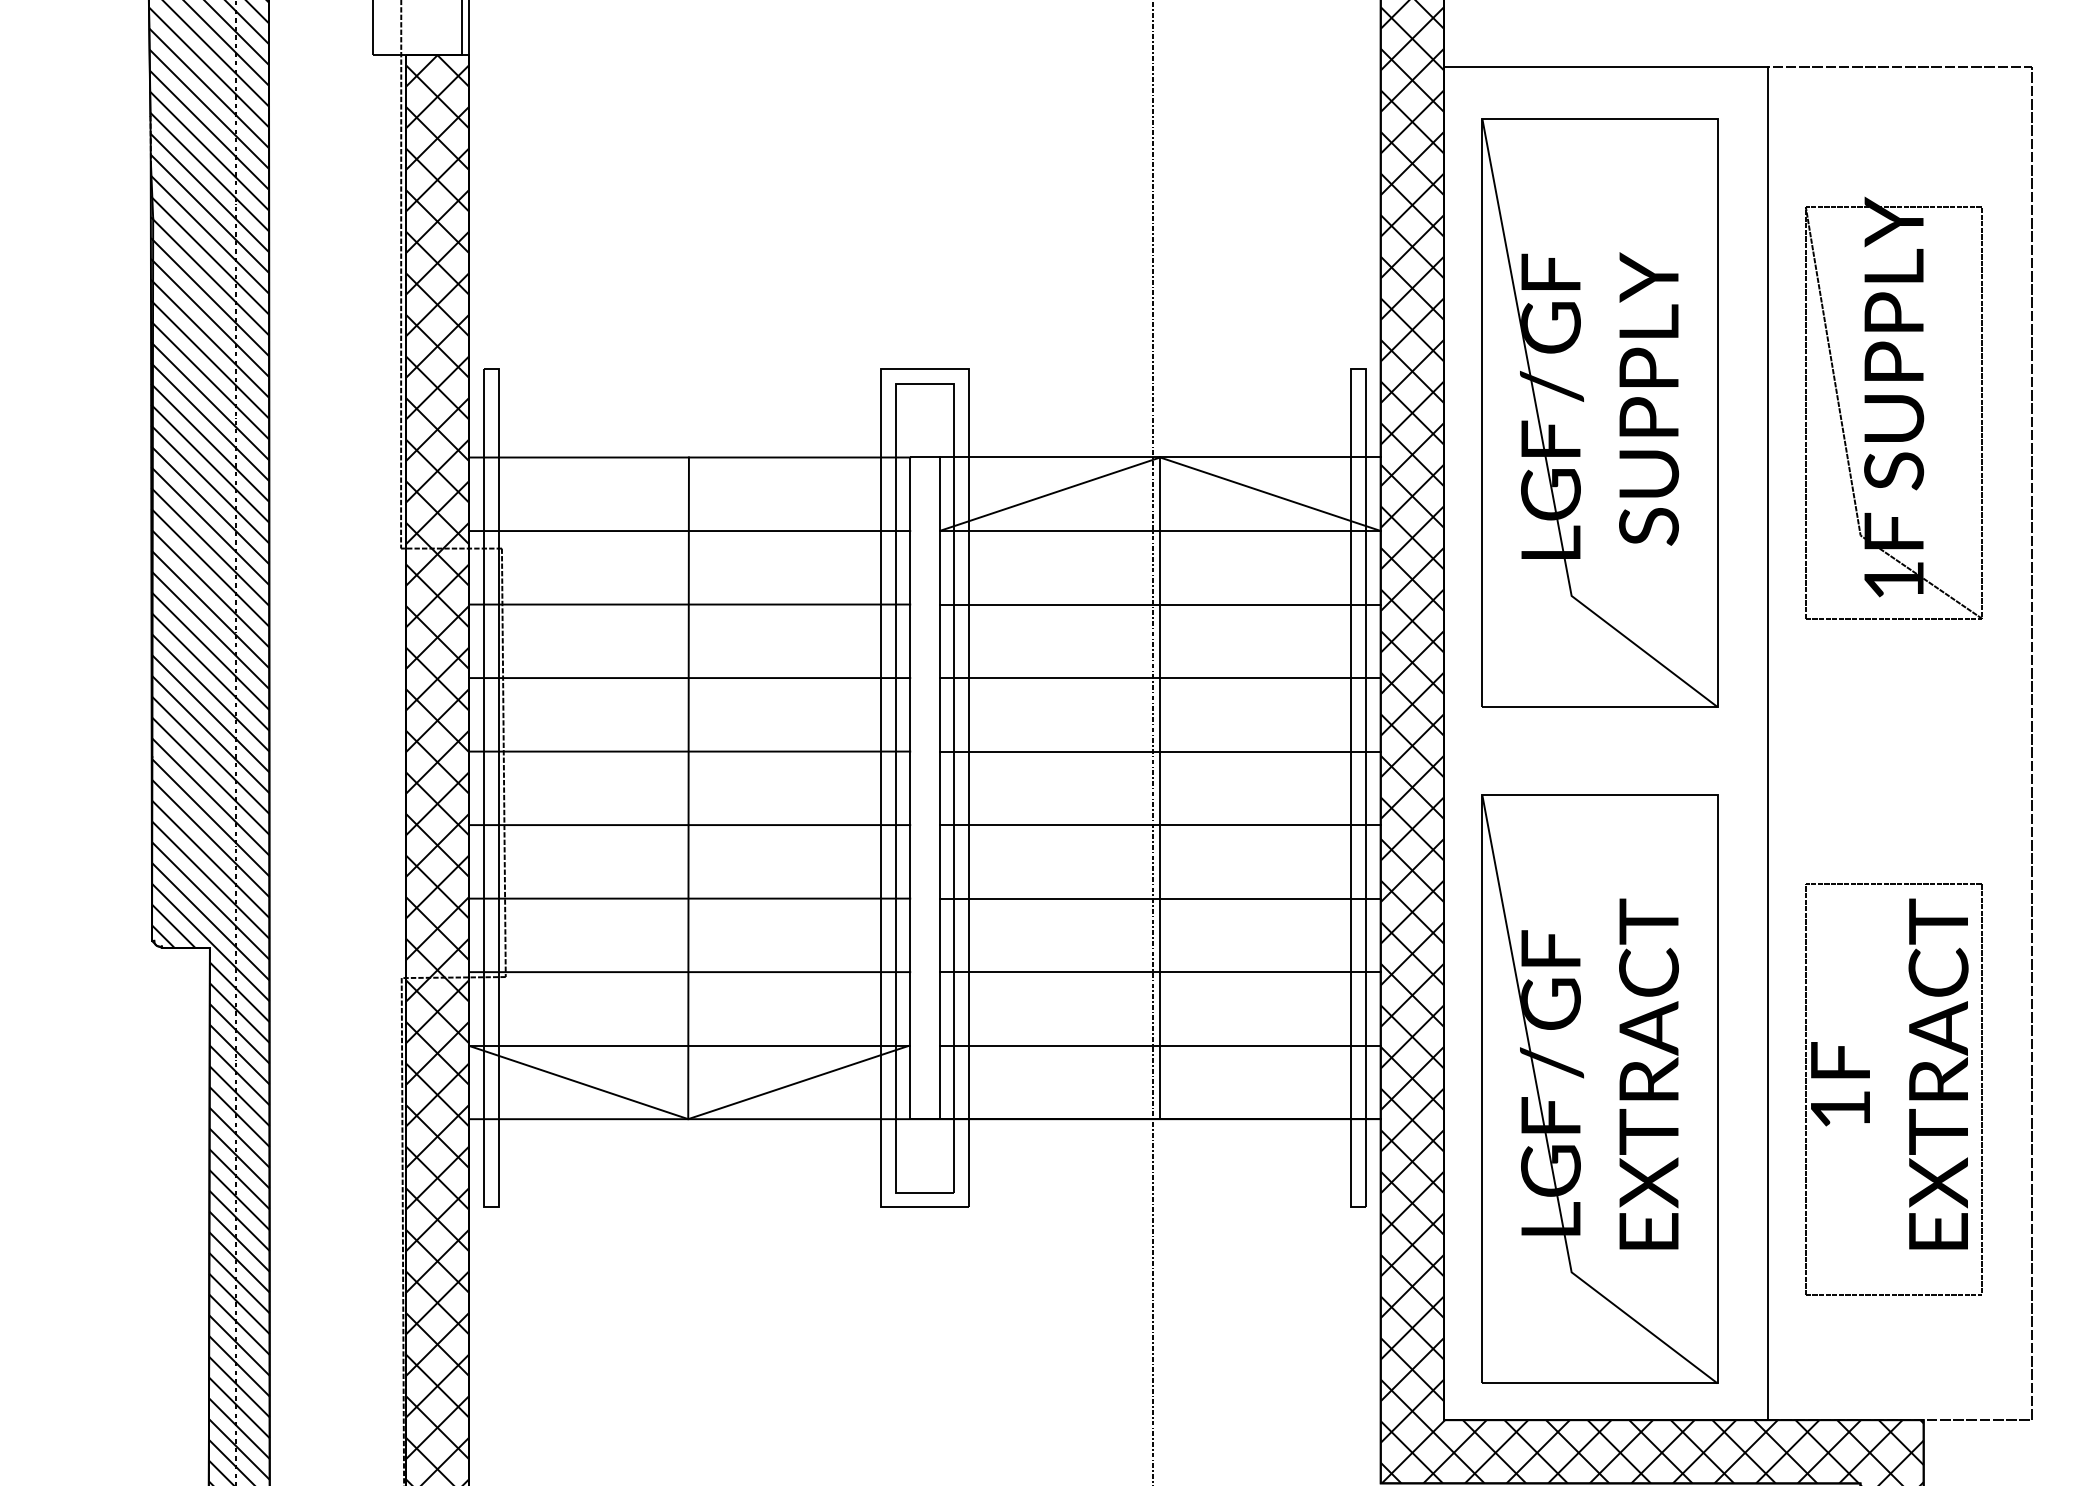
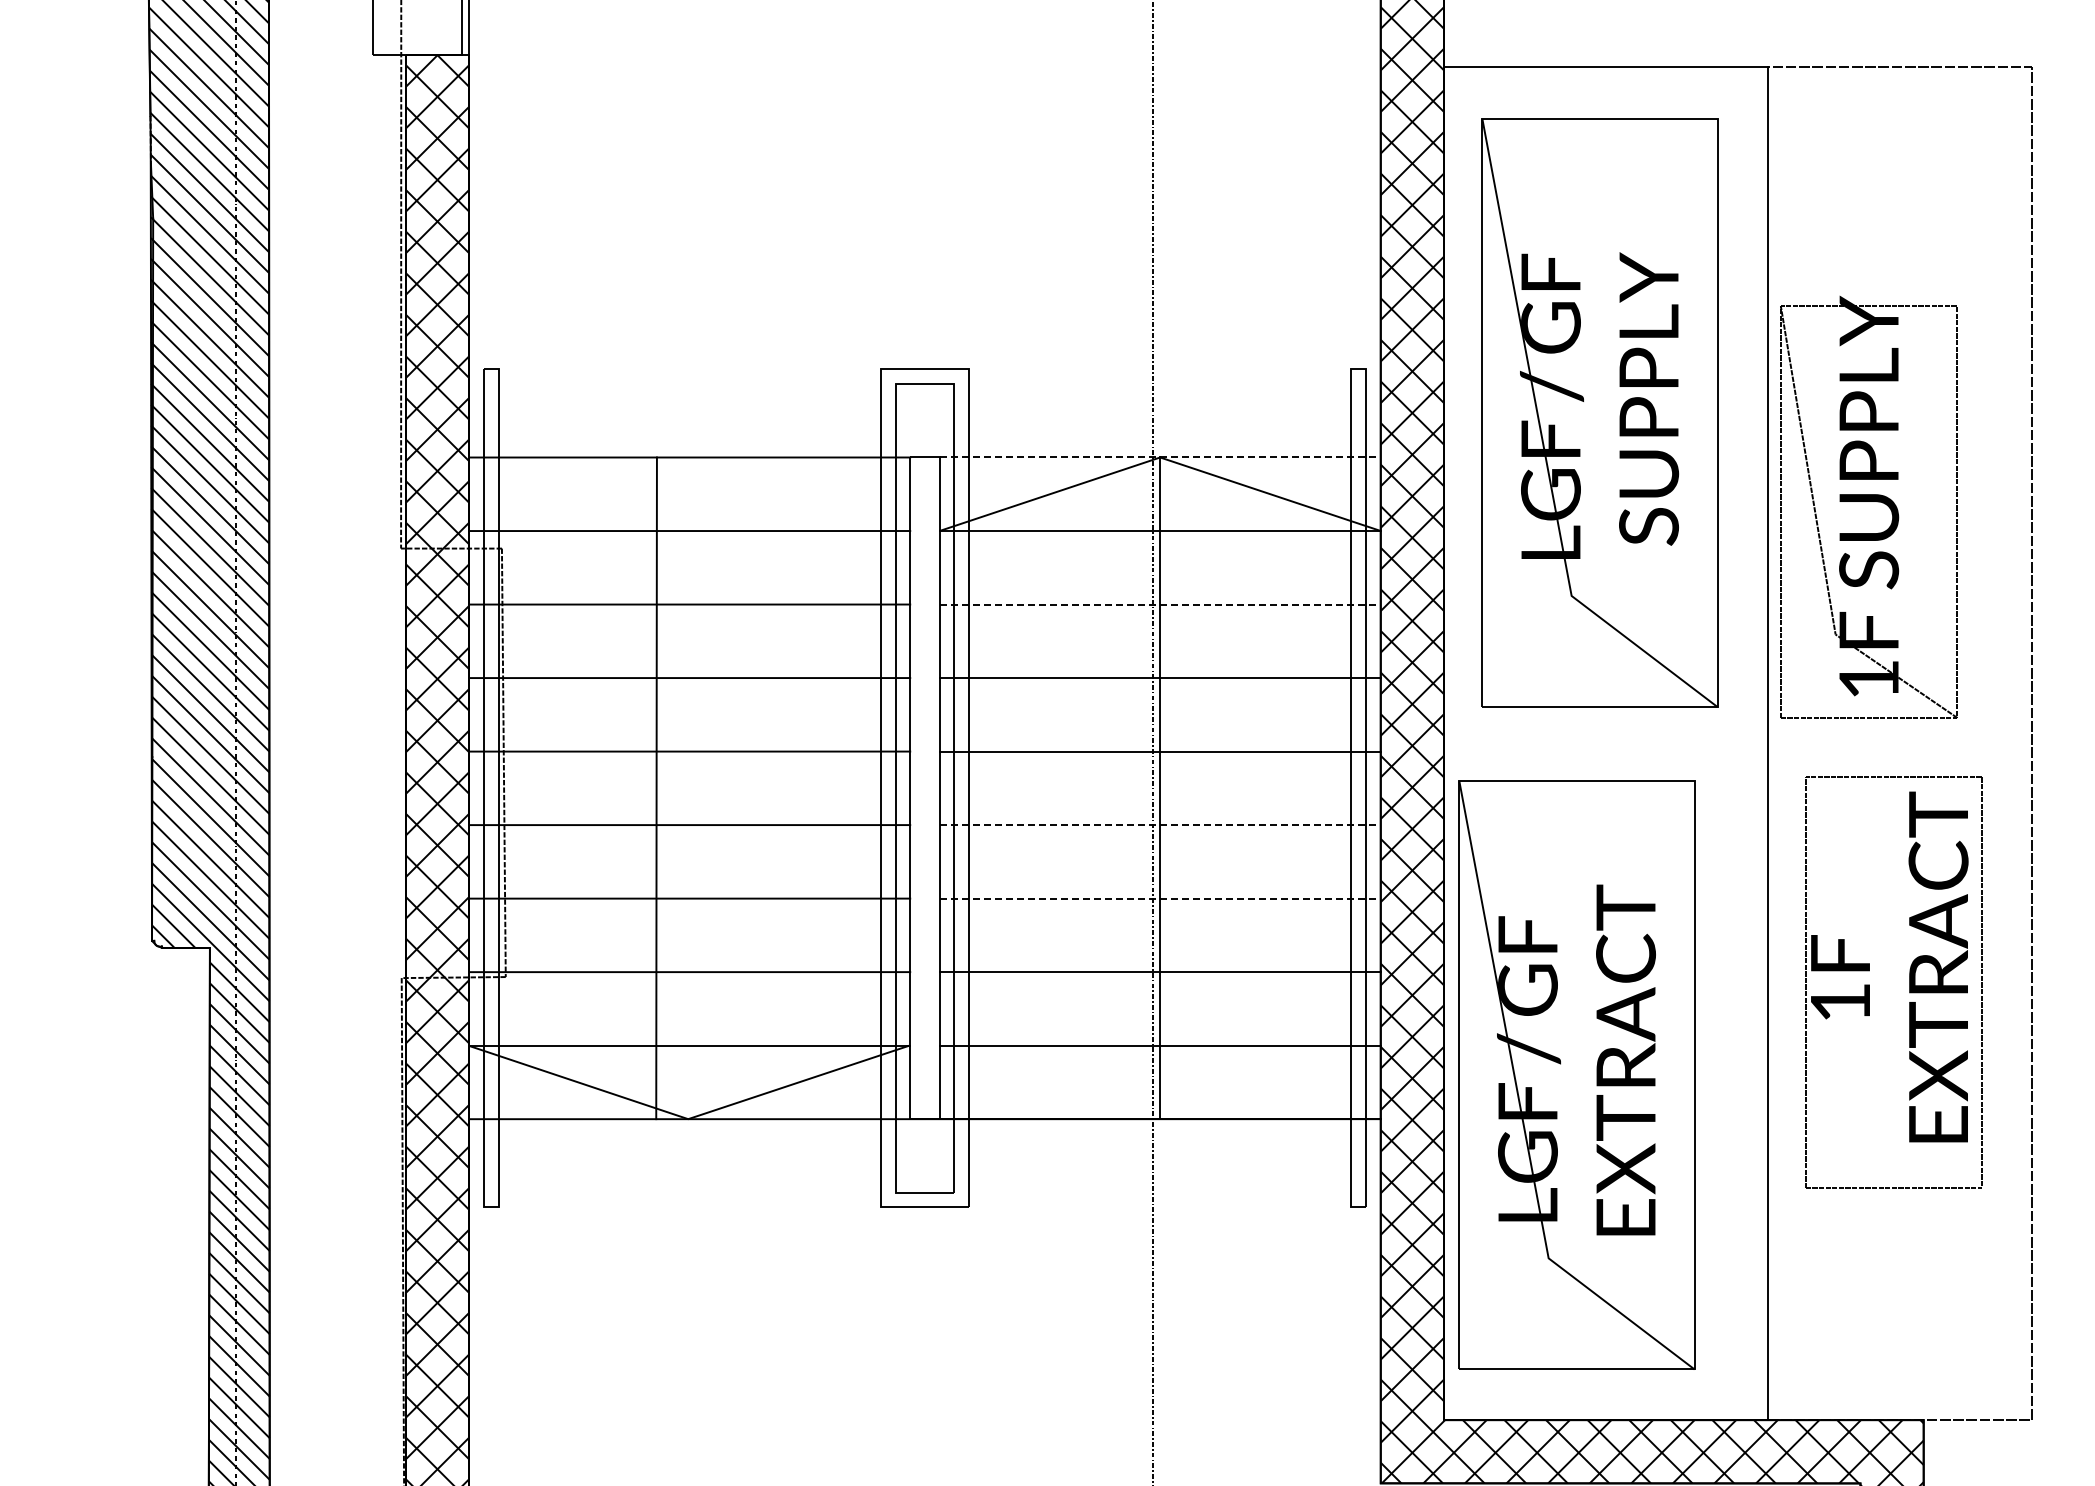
part at (1893, 407) position: (1893, 407) -> (1868, 506)
line at (1160, 457): solid -> dashed
line at (1160, 604): solid -> dashed
line at (688, 788) position: (688, 788) -> (656, 788)
line at (1160, 825): solid -> dashed
line at (1160, 898): solid -> dashed
part at (1599, 1088) position: (1599, 1088) -> (1576, 1074)
part at (1909, 1089) position: (1909, 1089) -> (1909, 982)
